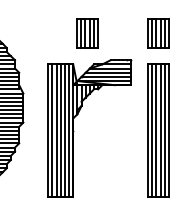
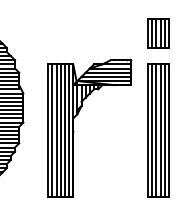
part at (87, 33): present -> none
